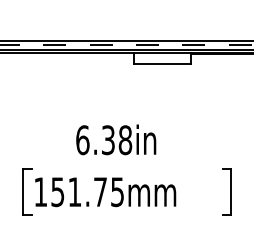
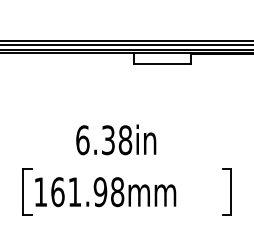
line at (127, 45): dashed -> solid
text at (87, 192): 151.75mm -> 161.98mm
